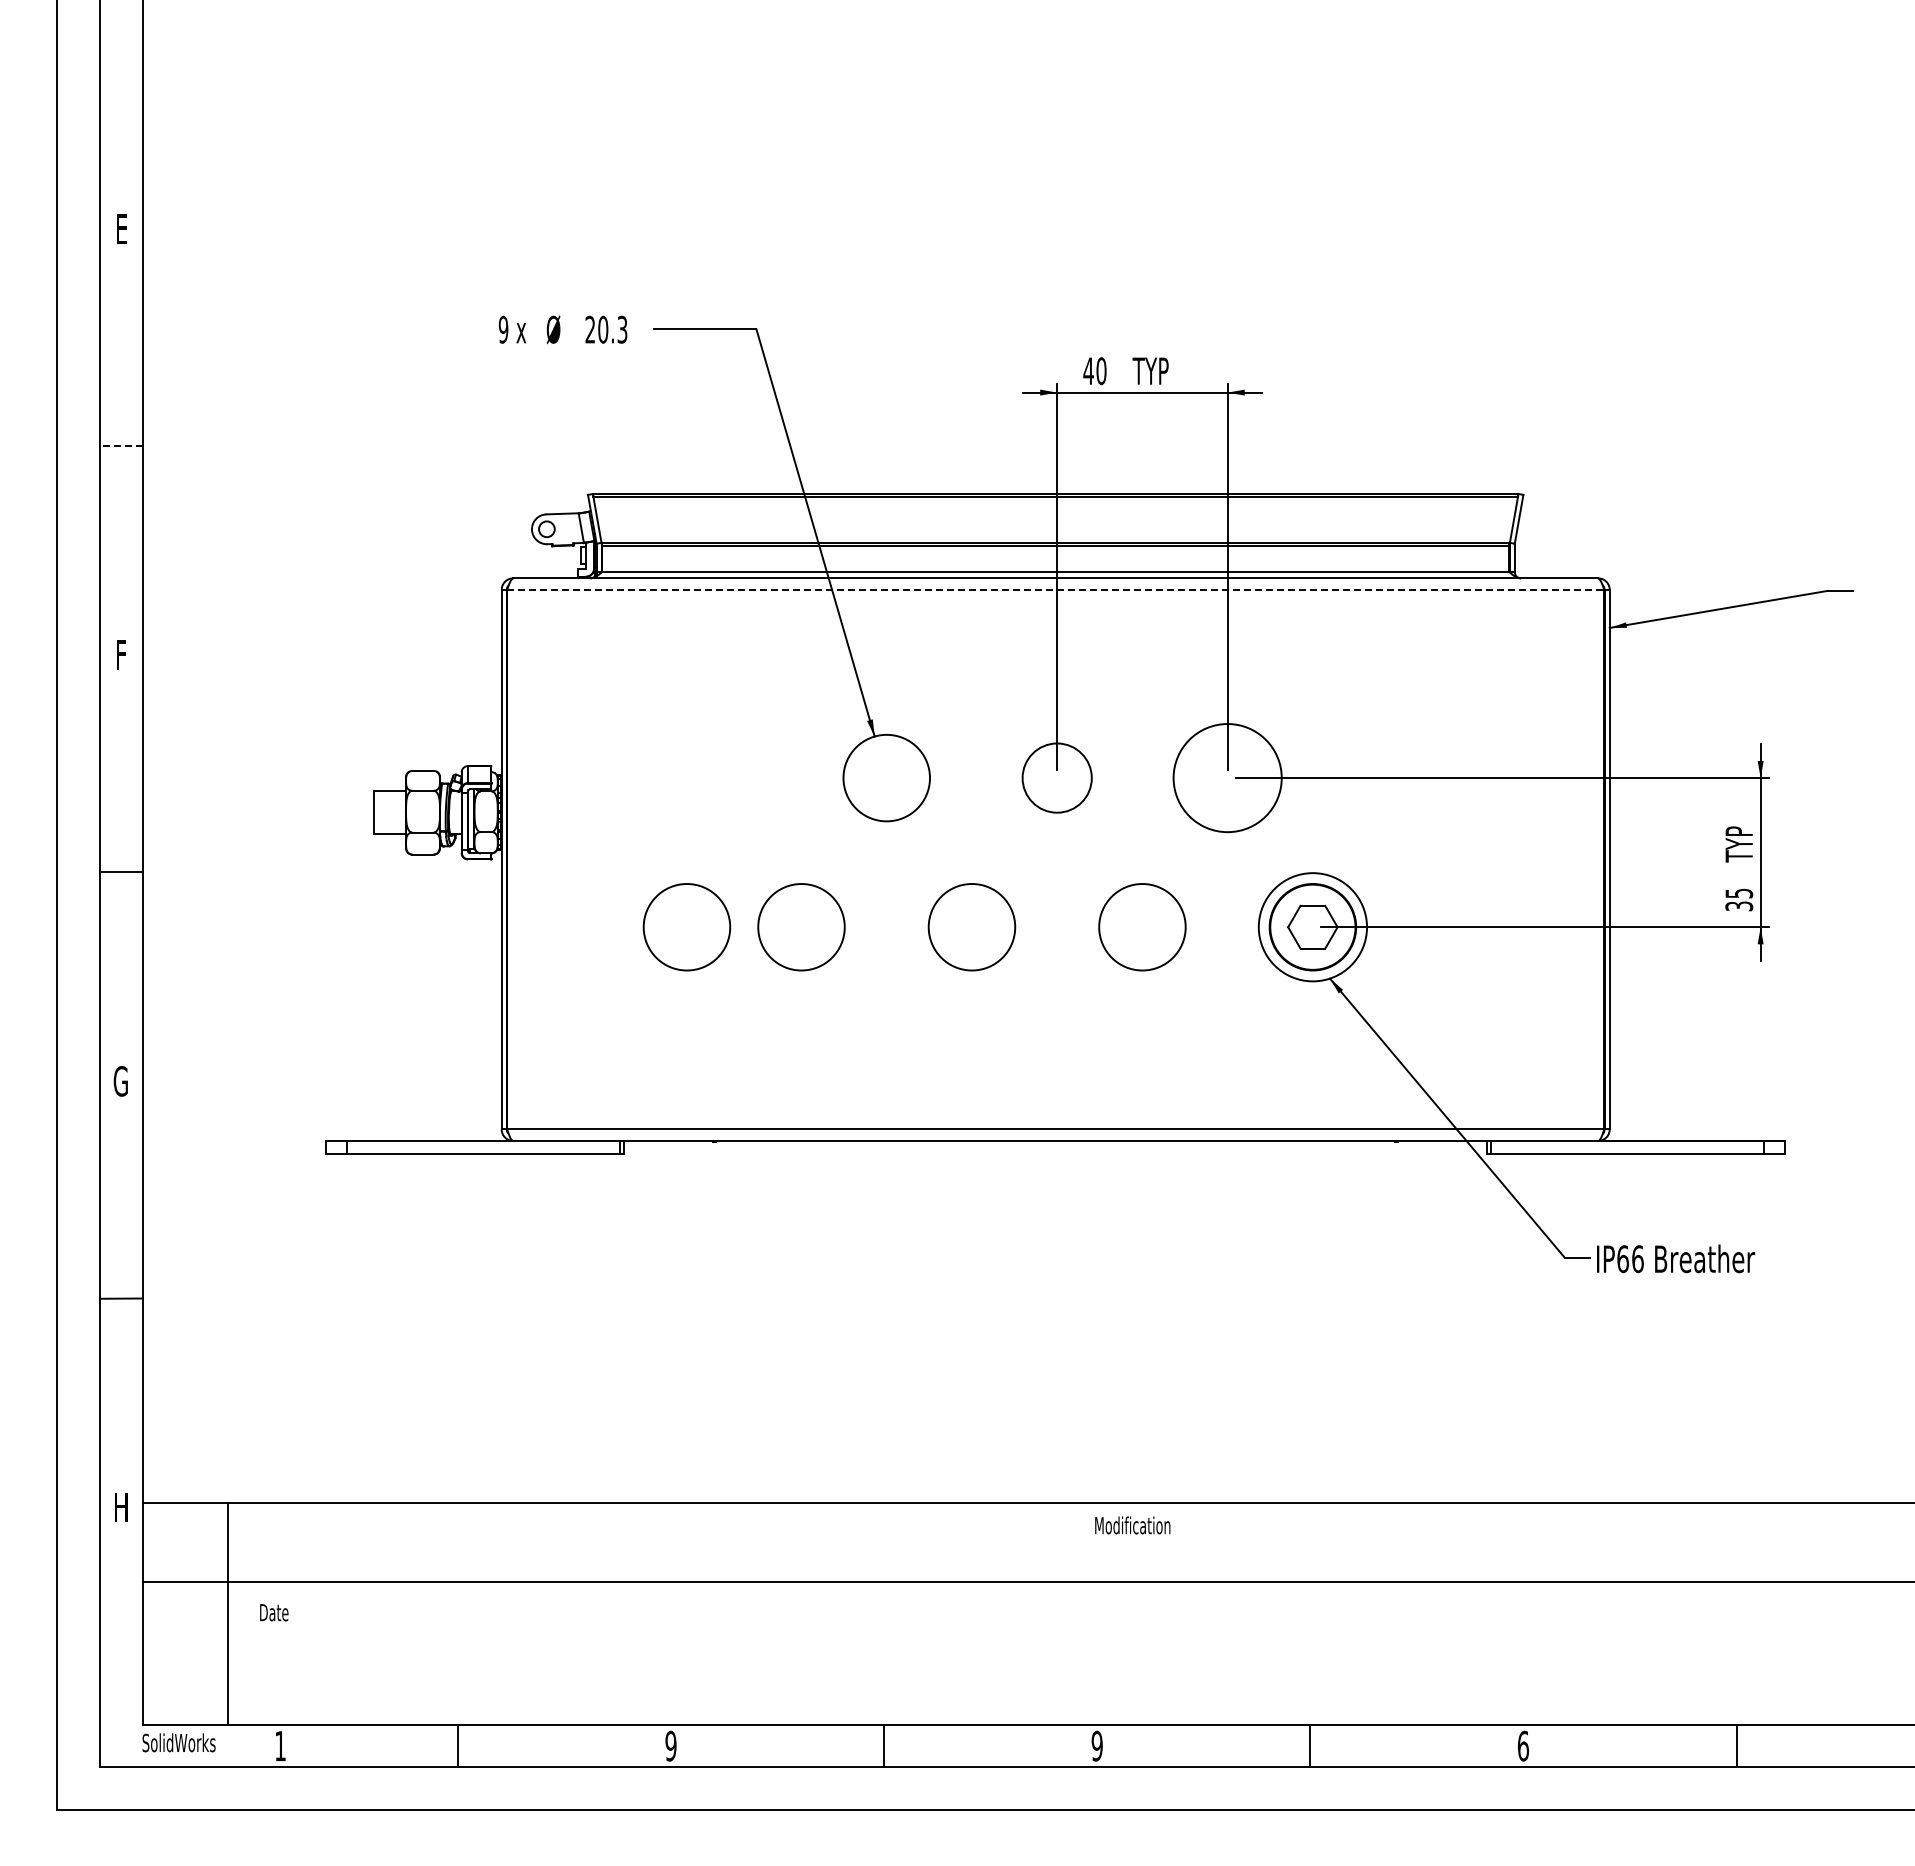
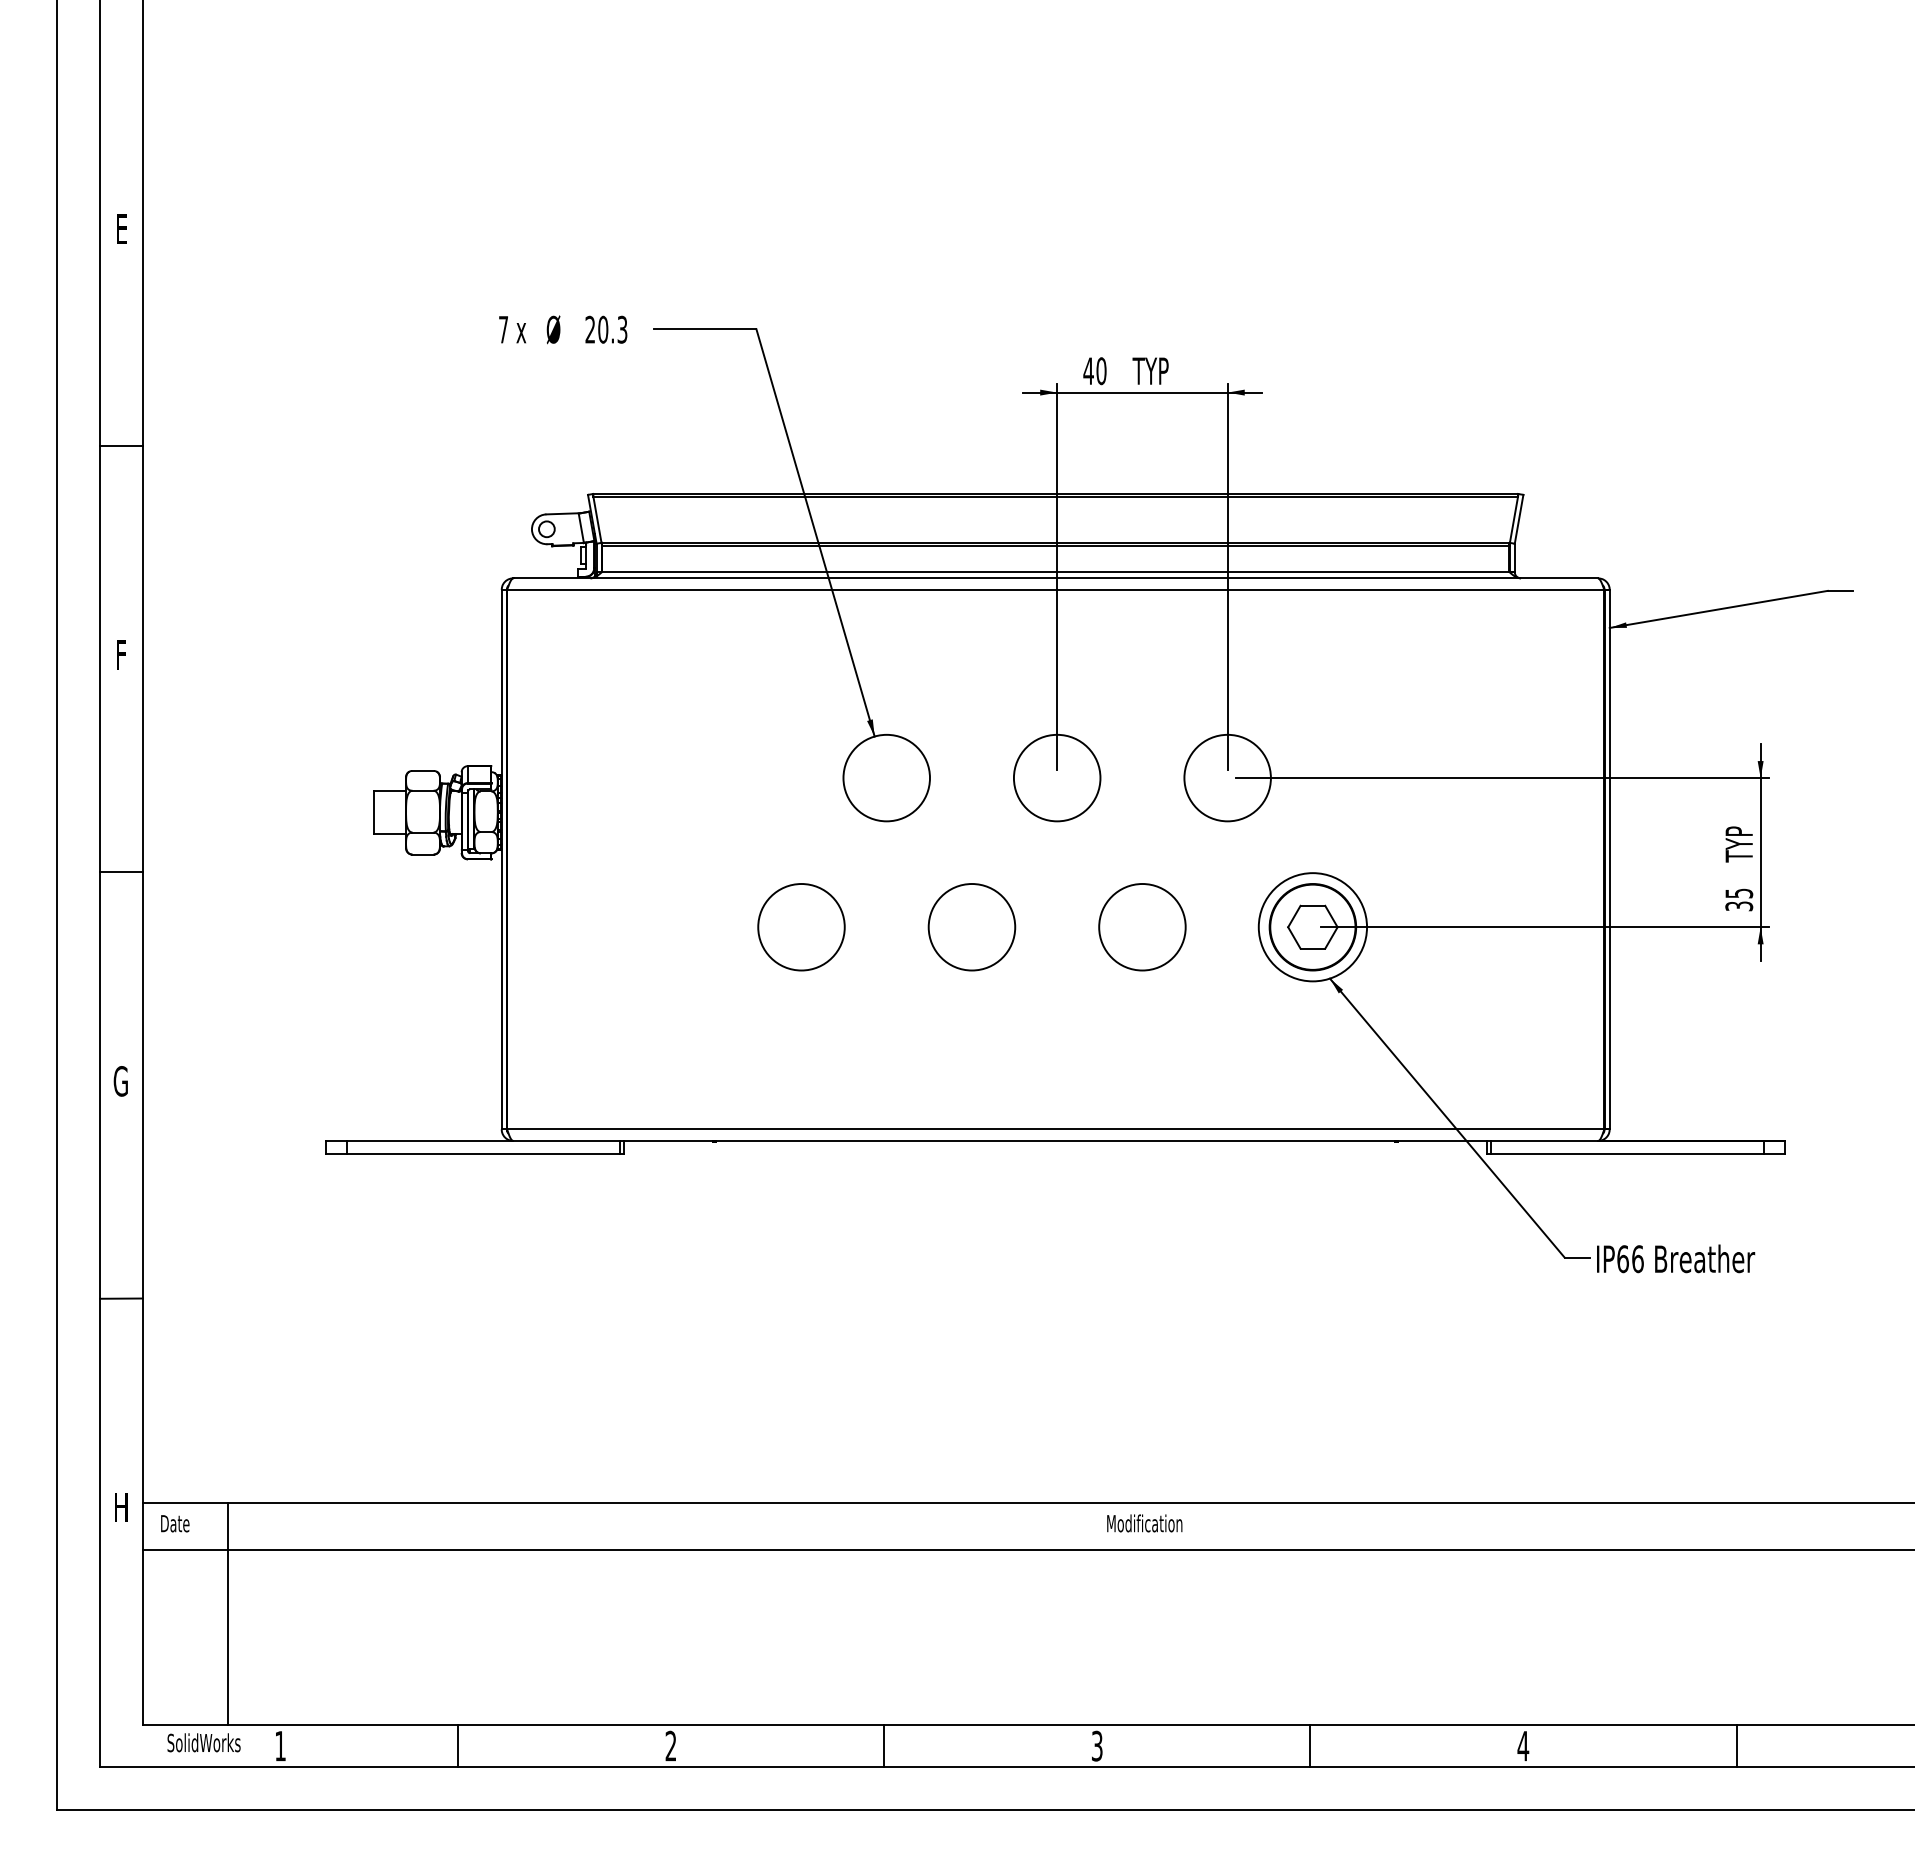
text at (503, 329): 9 -> 7
line at (120, 446): dashed -> solid
line at (1058, 589): dashed -> solid
circle at (1056, 777) diameter: 69 px -> 87 px
circle at (1227, 778) diameter: 108 px -> 87 px
circle at (686, 927): present -> none
text at (1132, 1525) position: (1132, 1525) -> (1144, 1523)
line at (1026, 1582) position: (1026, 1582) -> (1026, 1550)
text at (274, 1612) position: (274, 1612) -> (175, 1523)
text at (178, 1742) position: (178, 1742) -> (203, 1742)
text at (670, 1745): 9 -> 2
text at (1523, 1745): 6 -> 4
text at (1096, 1746): 9 -> 3
